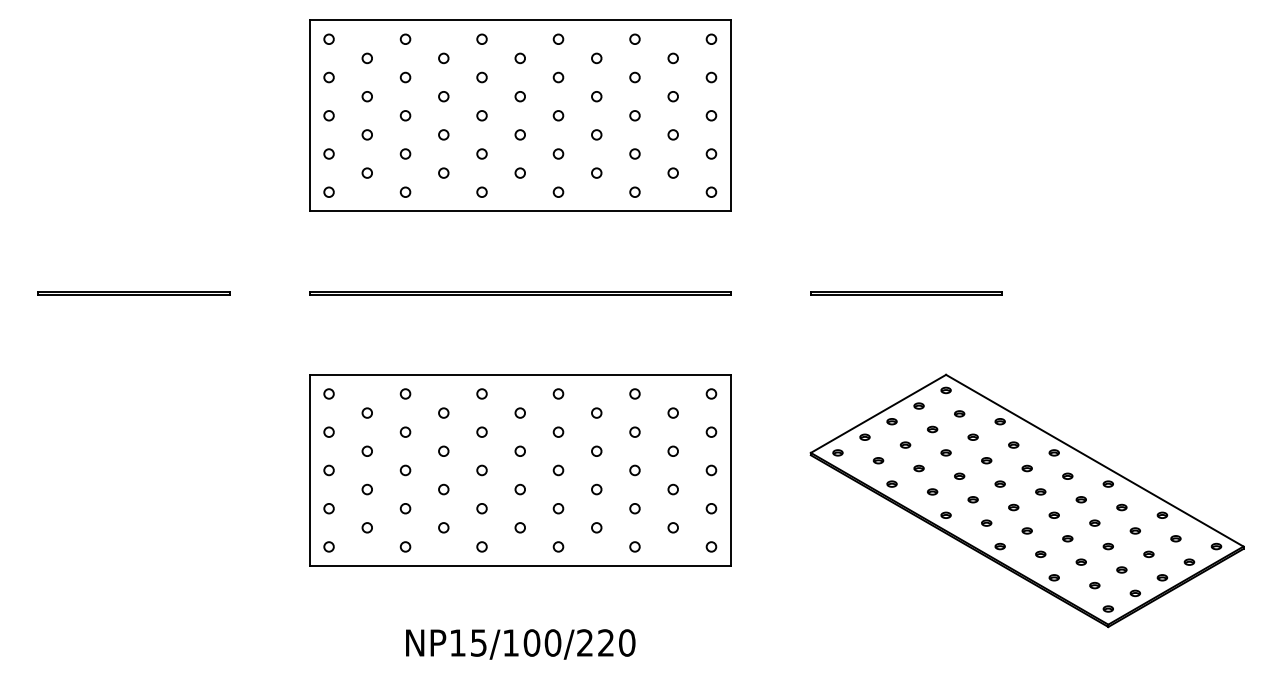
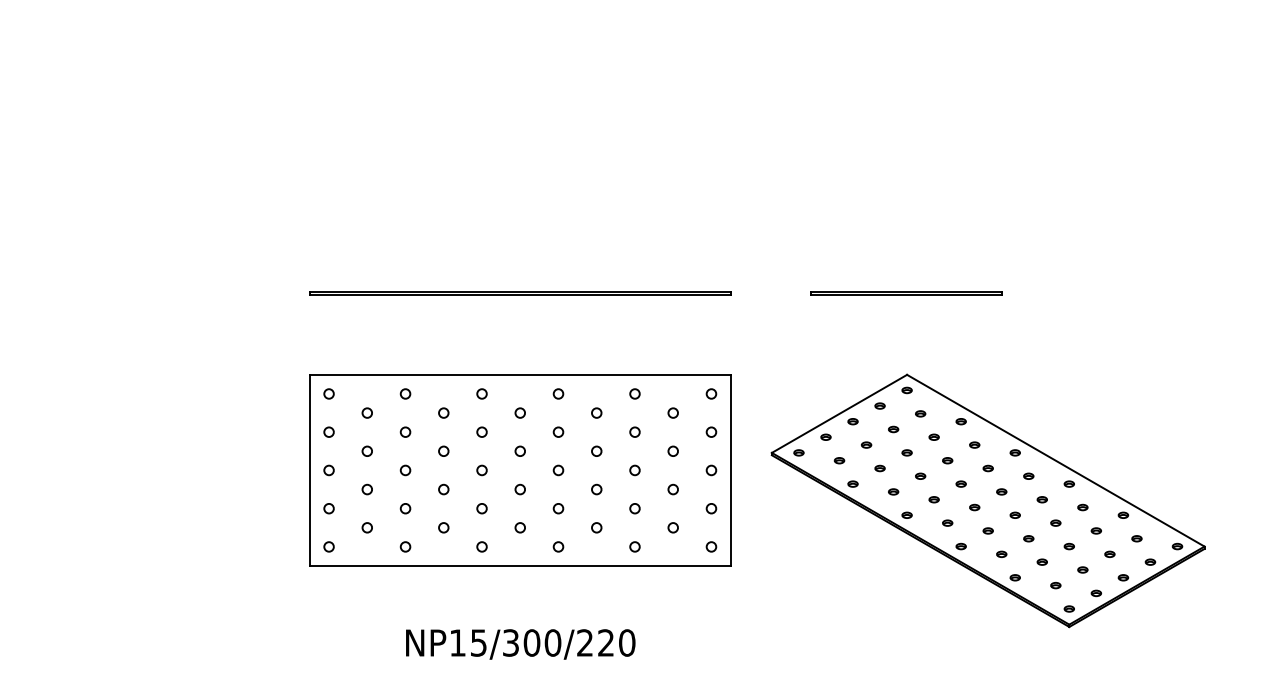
part at (520, 115): present -> none
line at (133, 292): present -> none
part at (1026, 500) position: (1026, 500) -> (987, 500)
text at (510, 642): NP15/100/220 -> NP15/300/220
